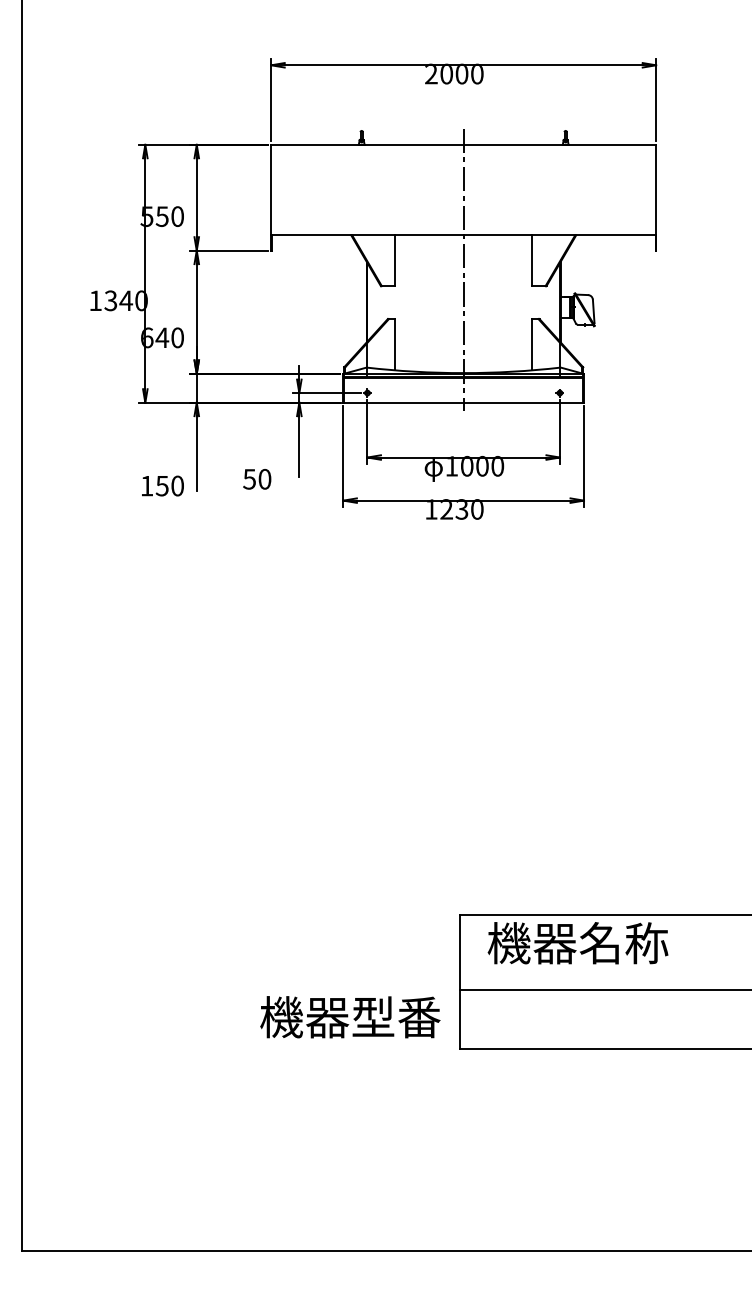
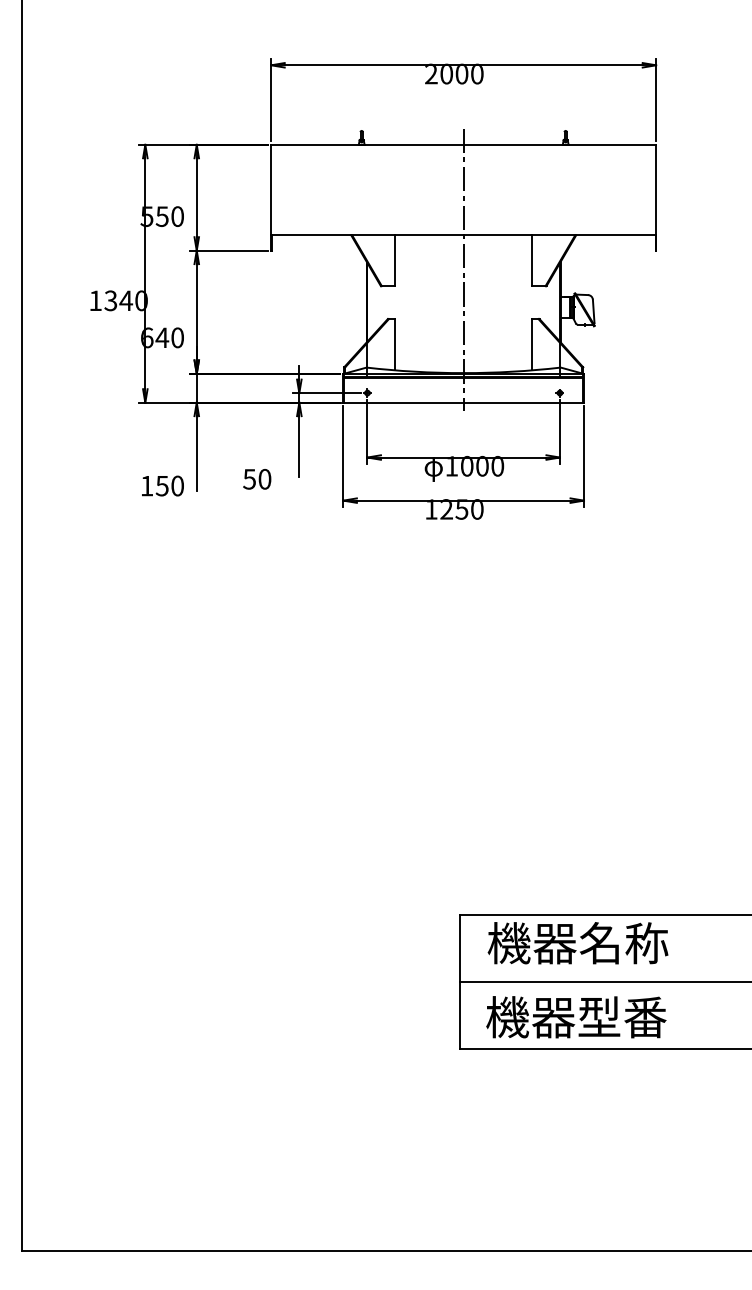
text at (461, 509): 1230 -> 1250
line at (604, 989) position: (604, 989) -> (604, 981)
text at (350, 1017) position: (350, 1017) -> (576, 1017)
